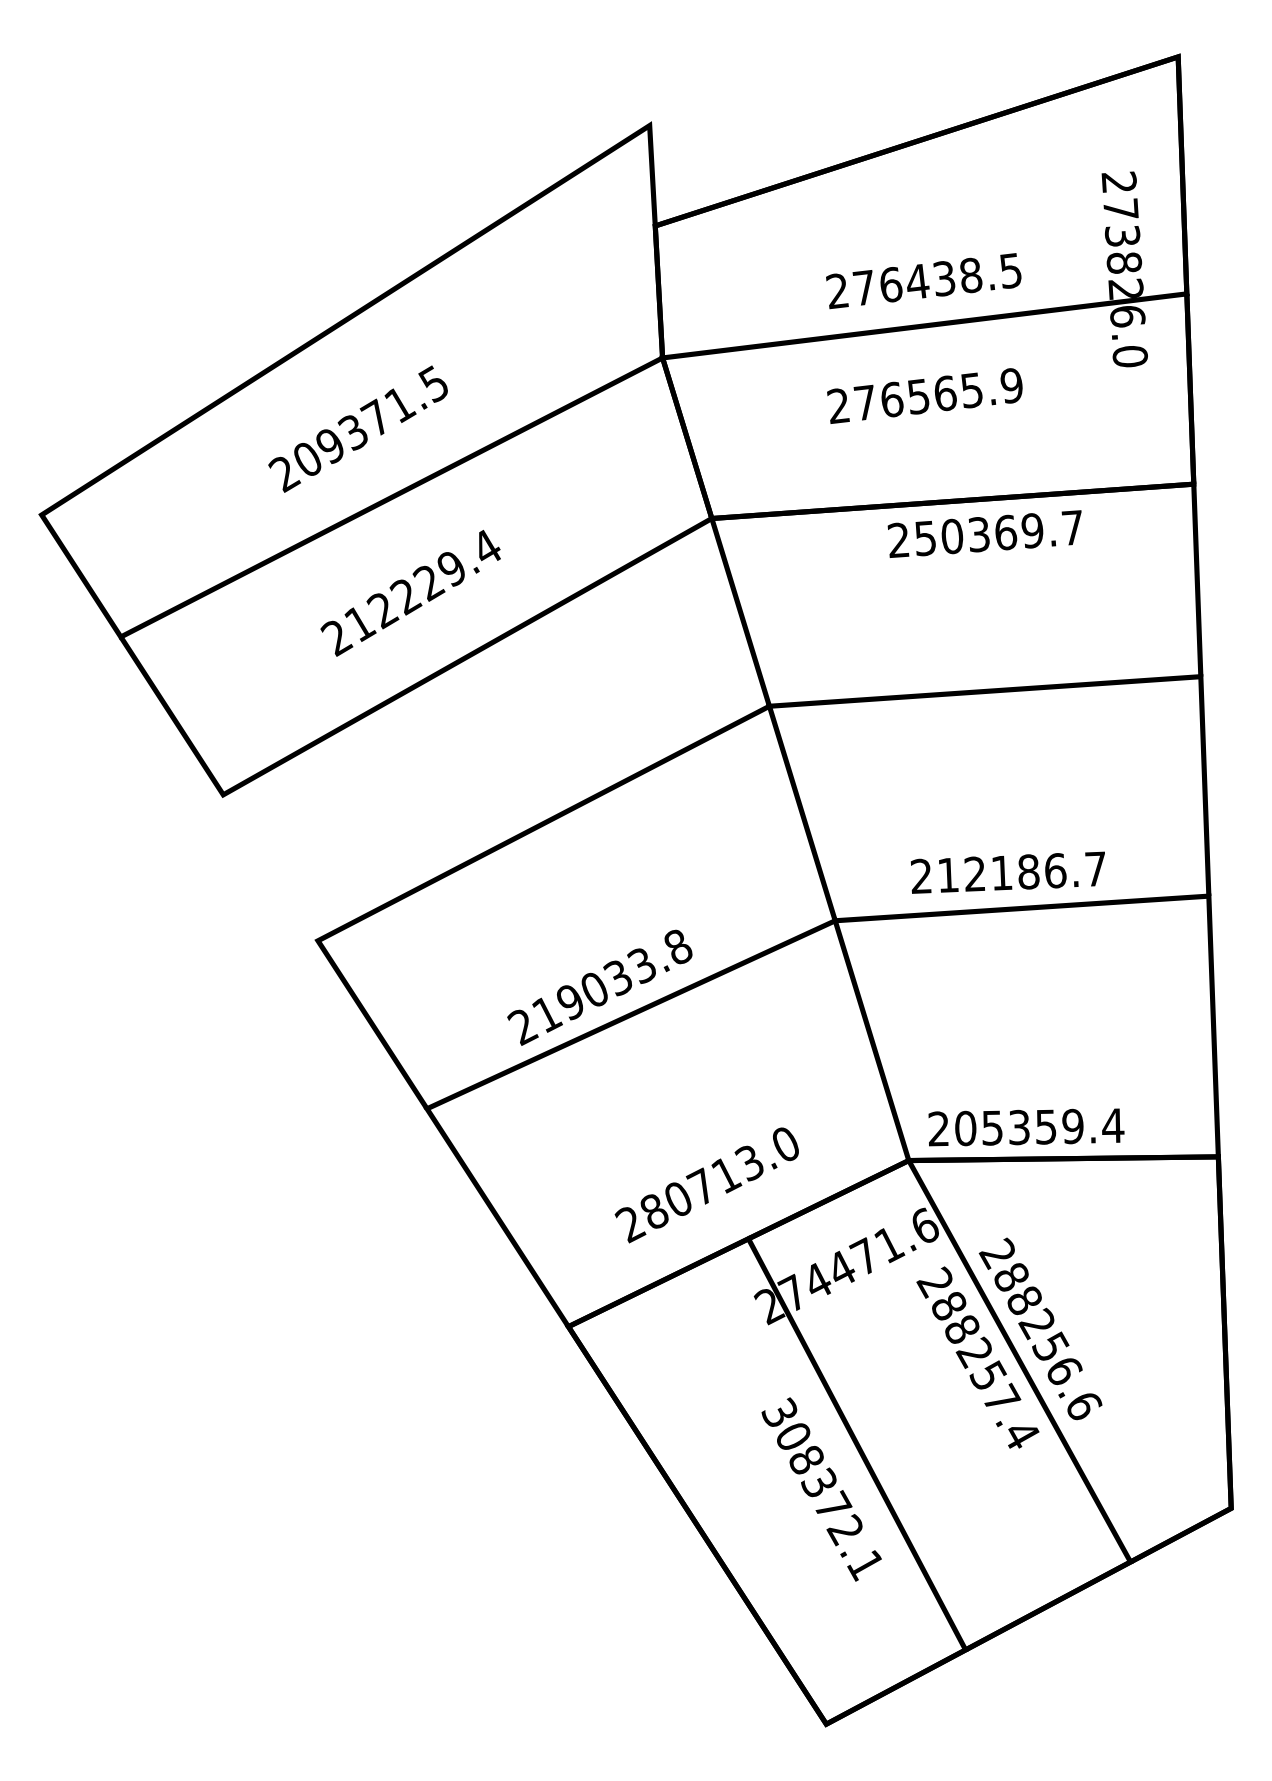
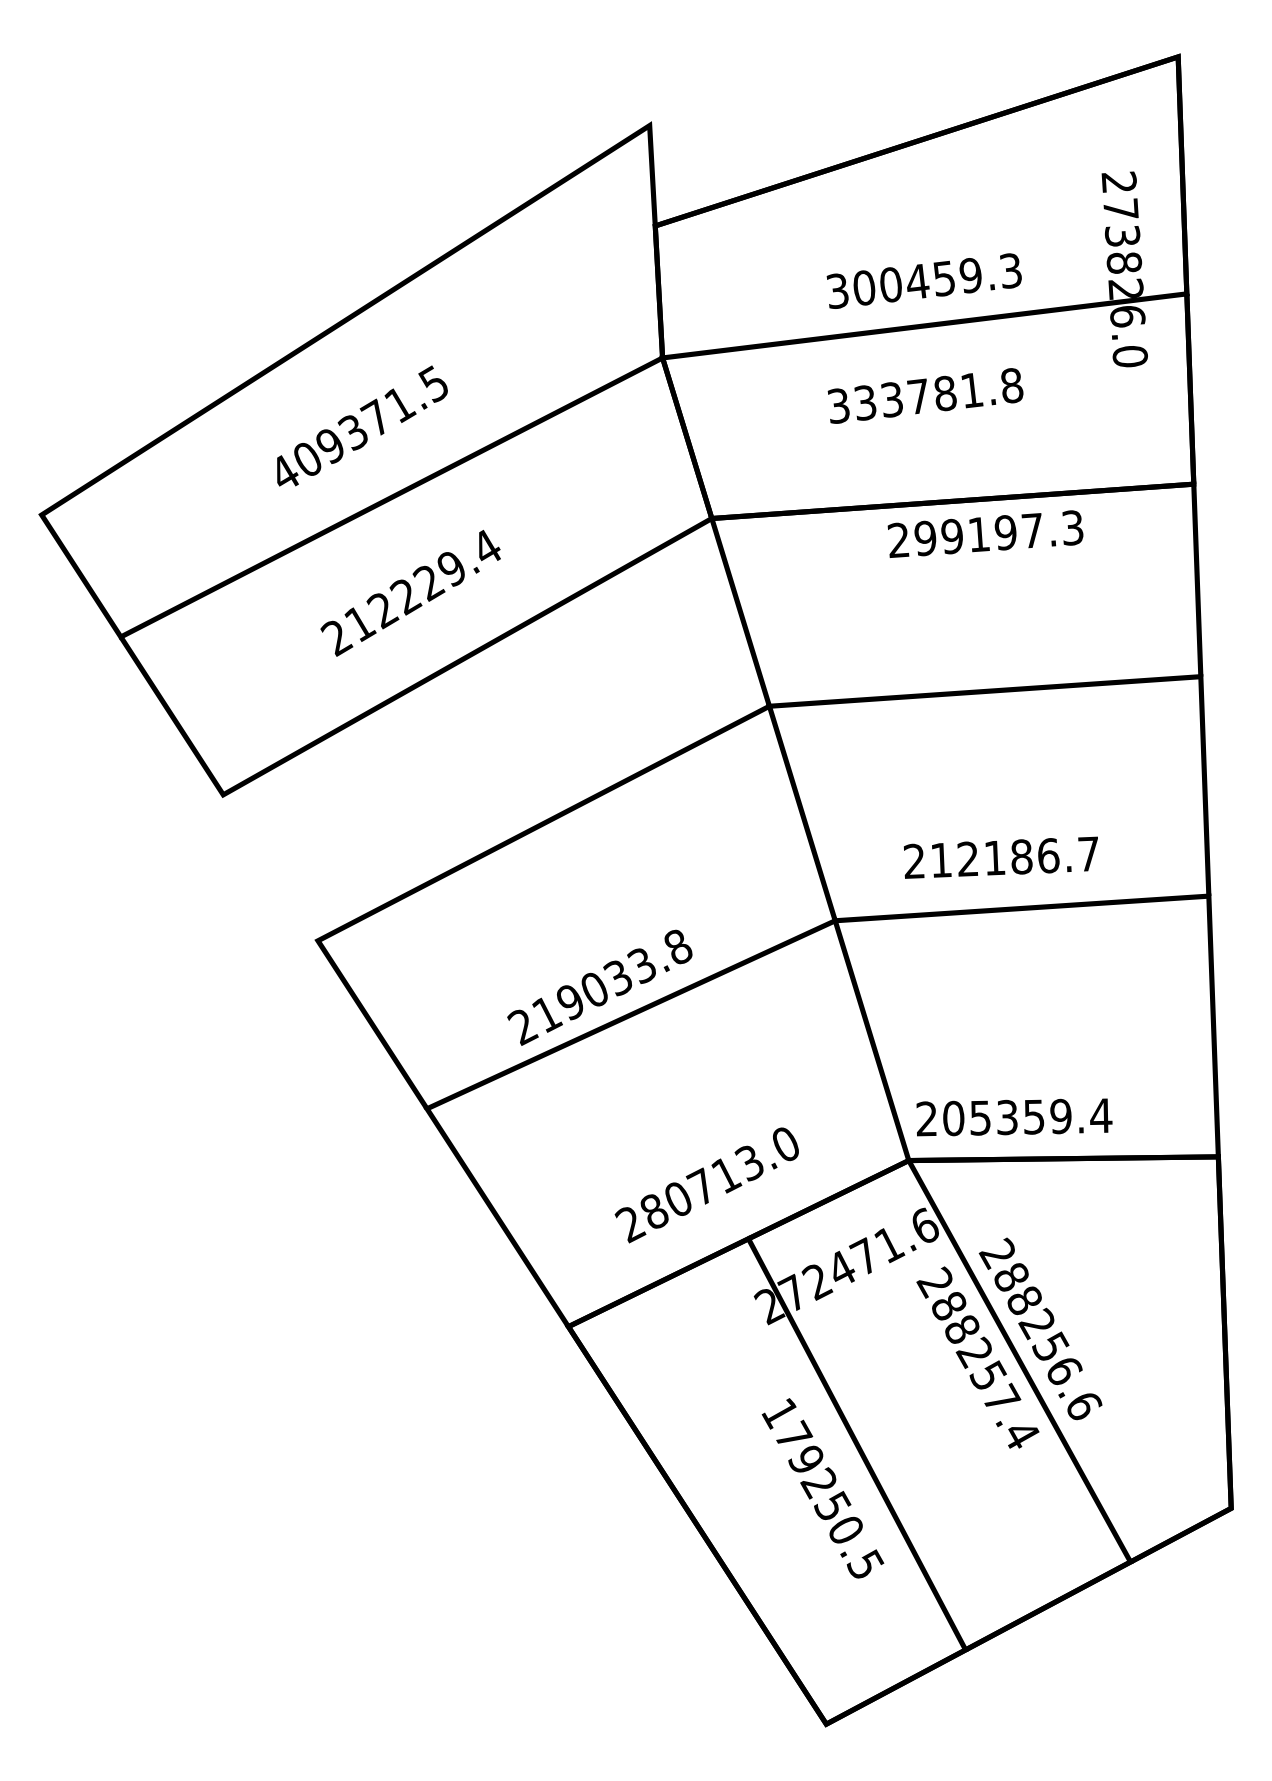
text at (923, 281): 276438.5 -> 300459.3
text at (925, 395): 276565.9 -> 333781.8
text at (284, 473): 209371.5 -> 409371.5
text at (998, 533): 250369.7 -> 299197.3
text at (1007, 872) position: (1007, 872) -> (1000, 857)
text at (1026, 1127) position: (1026, 1127) -> (1014, 1117)
text at (817, 1281): 274471.6 -> 272471.6
text at (822, 1489): 308372.1 -> 179250.5
